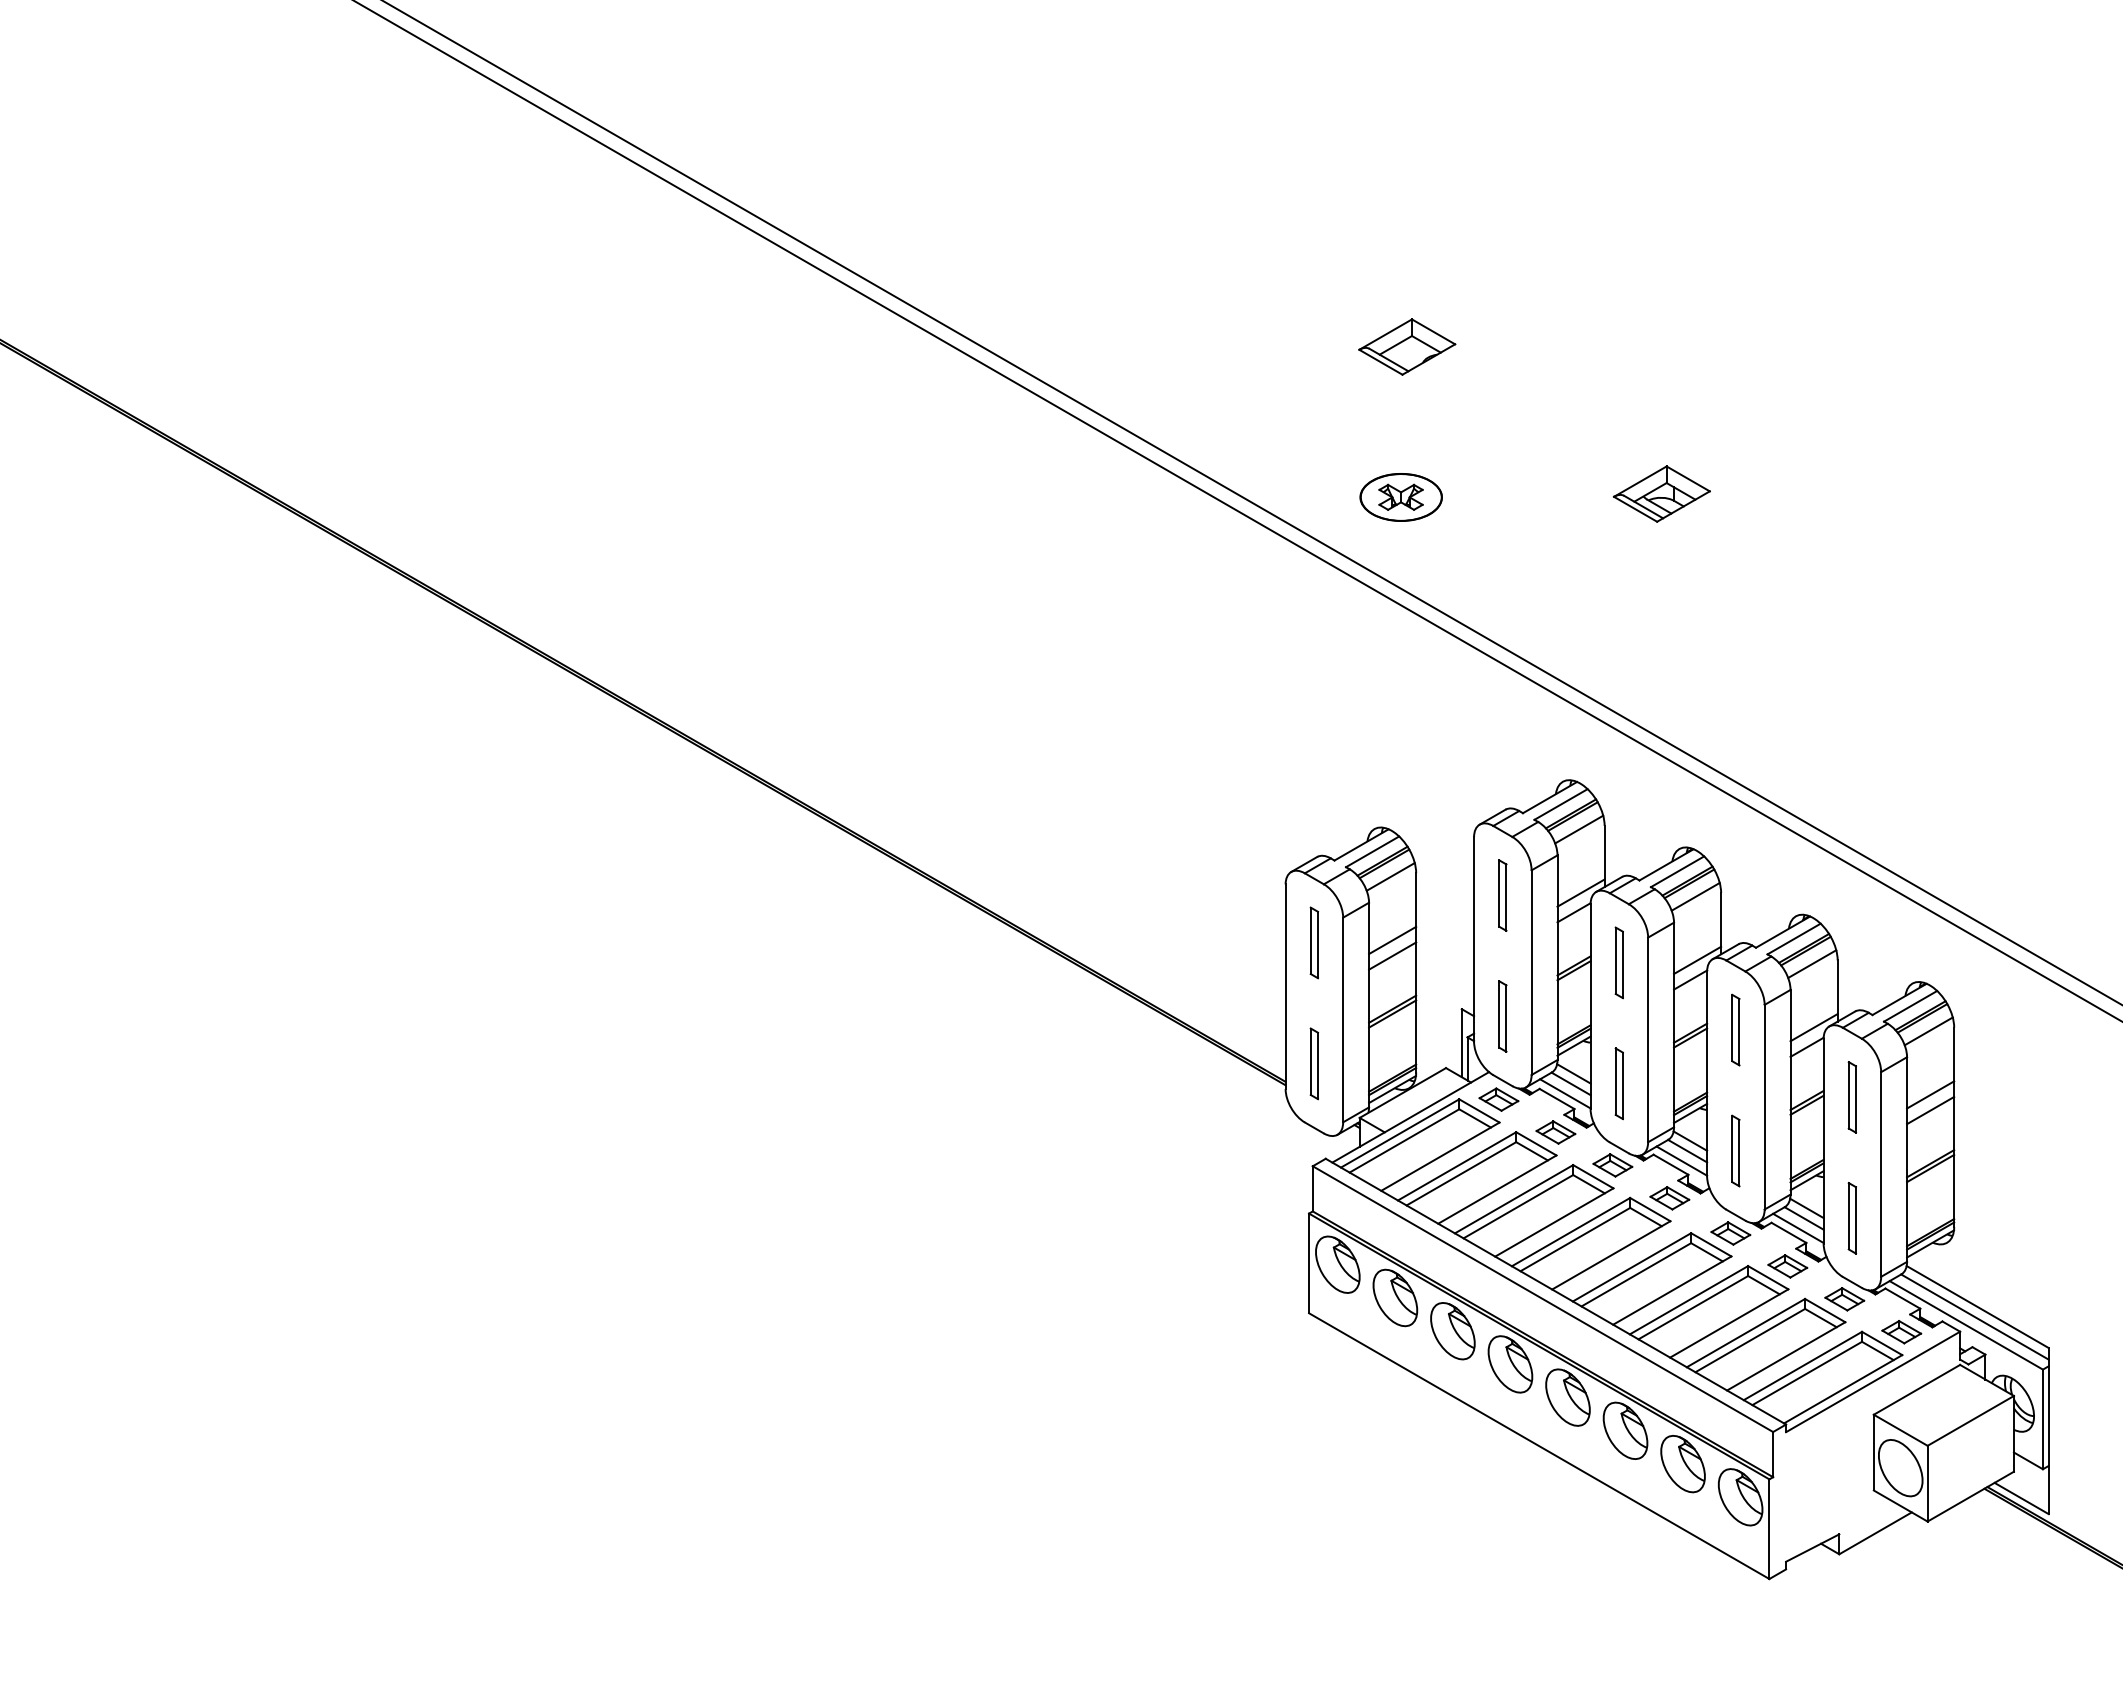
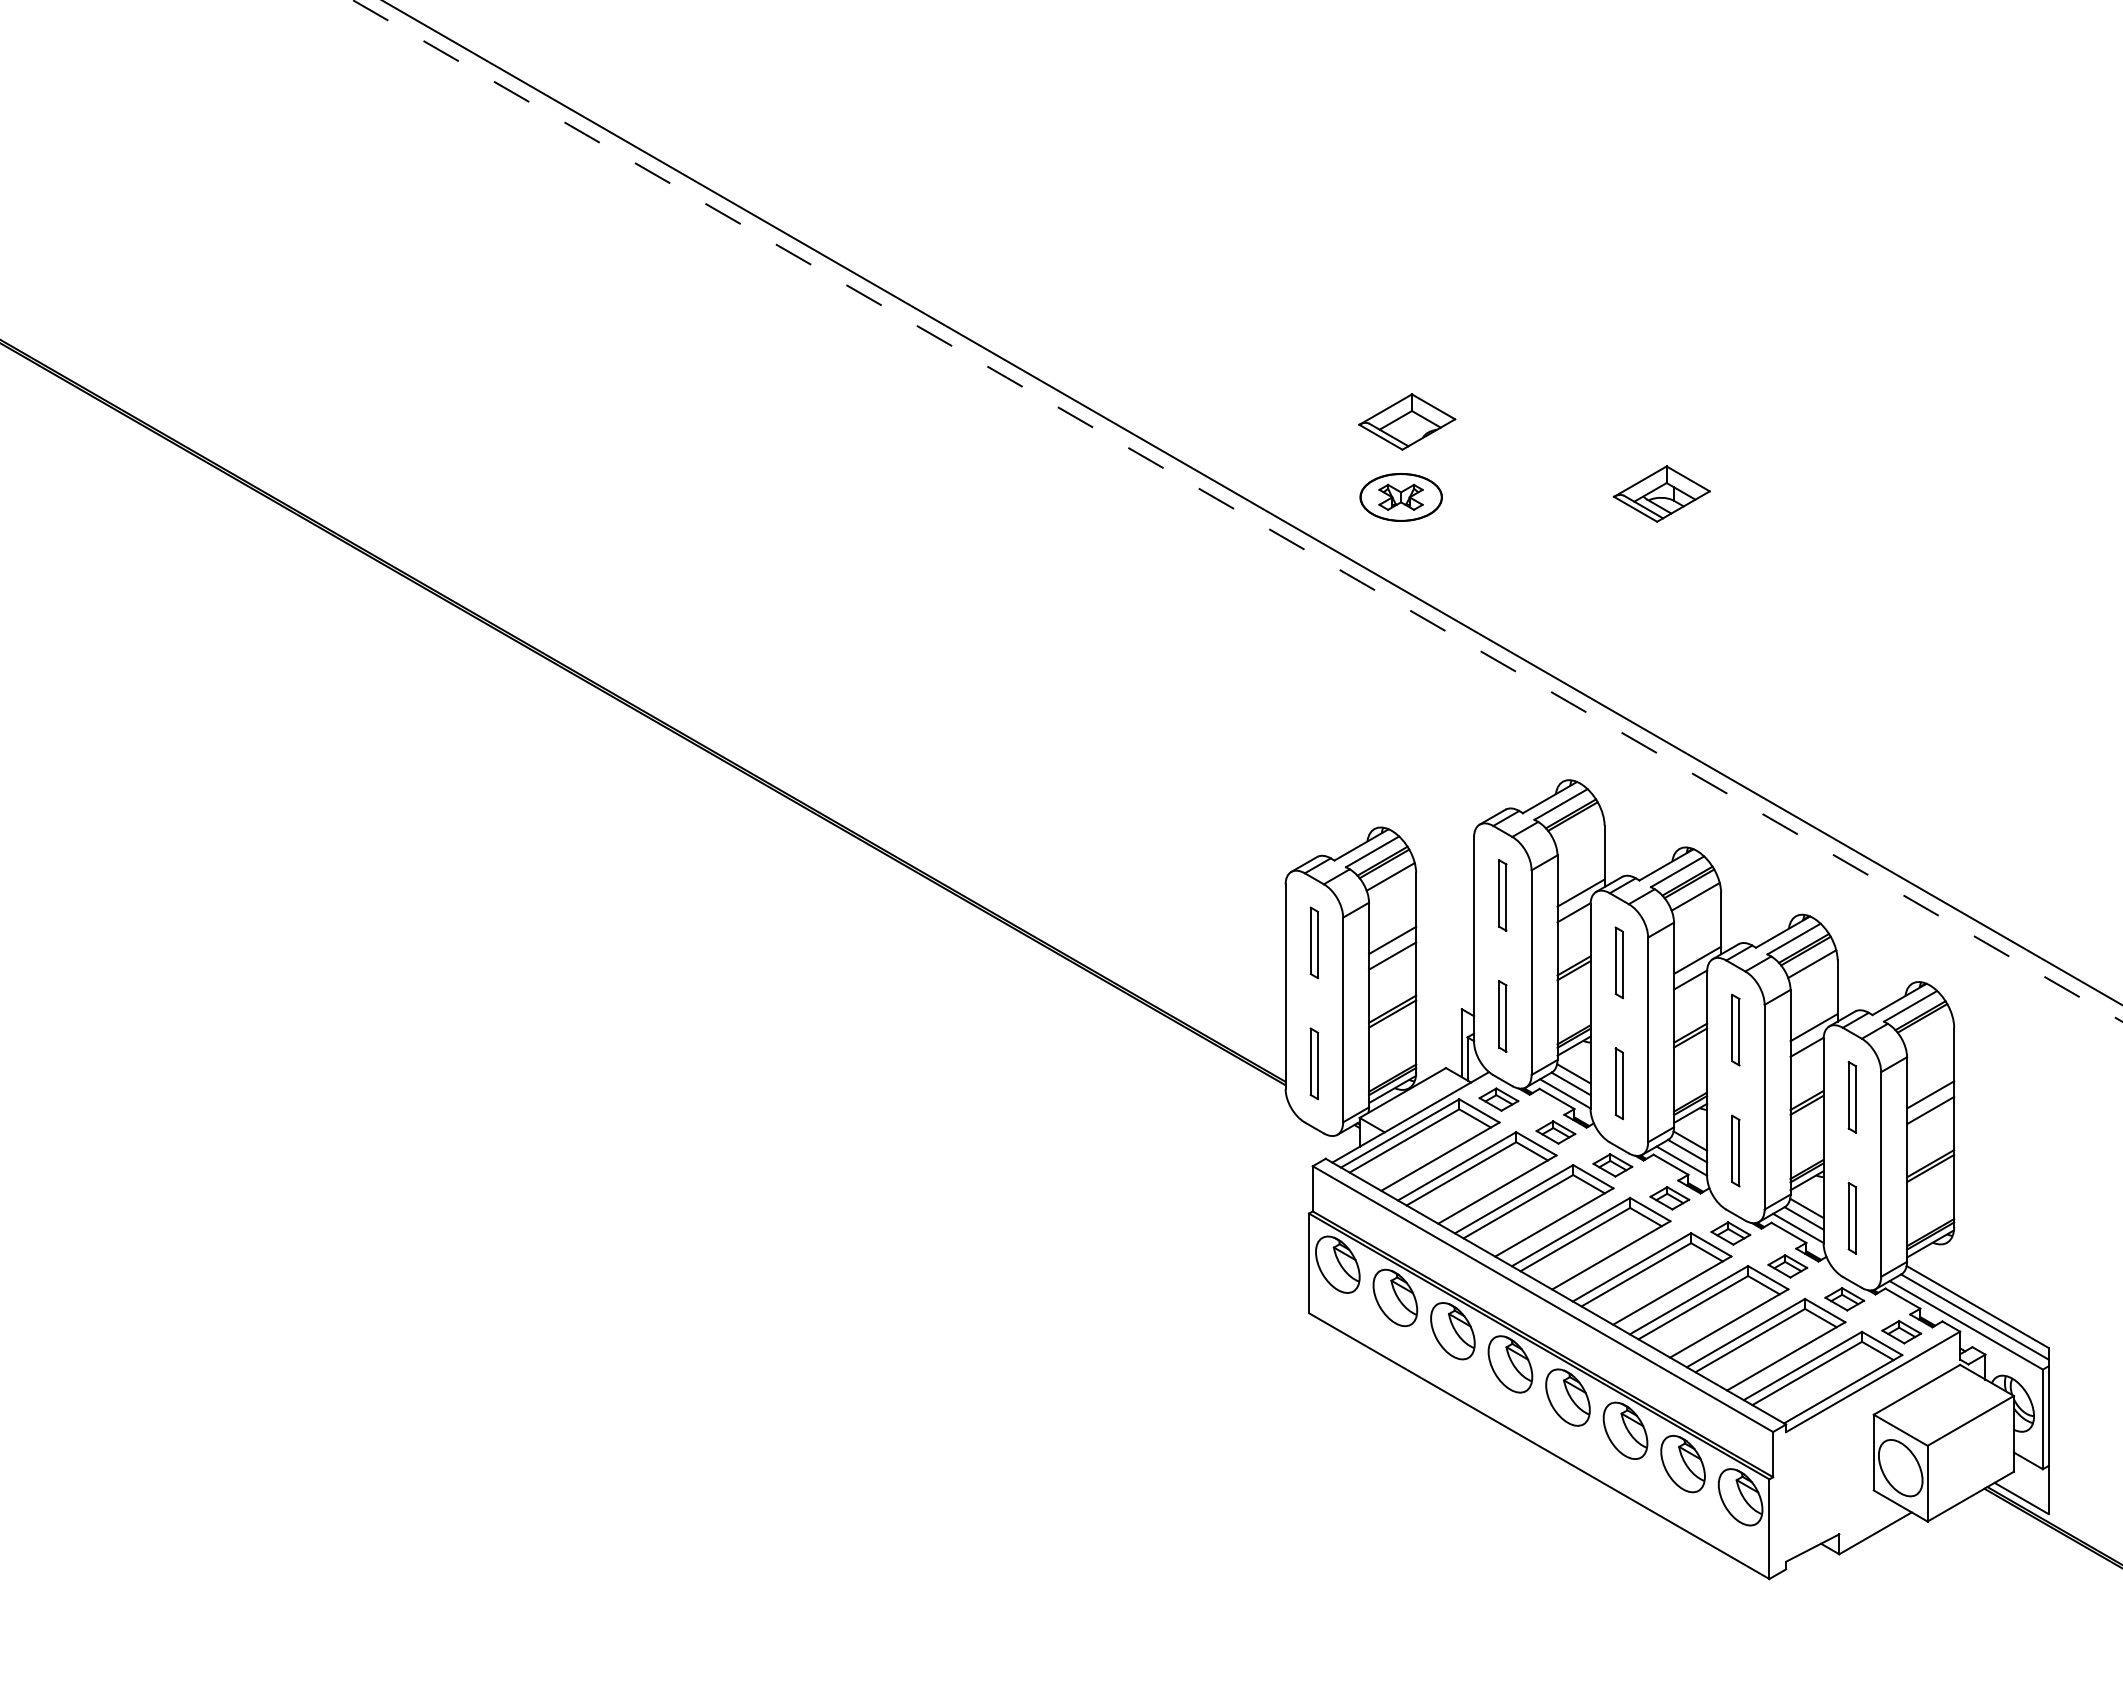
part at (1407, 346) position: (1407, 346) -> (1407, 421)
line at (1238, 511): solid -> dashed
line at (1579, 829): present -> none
line at (1928, 1031): present -> none
